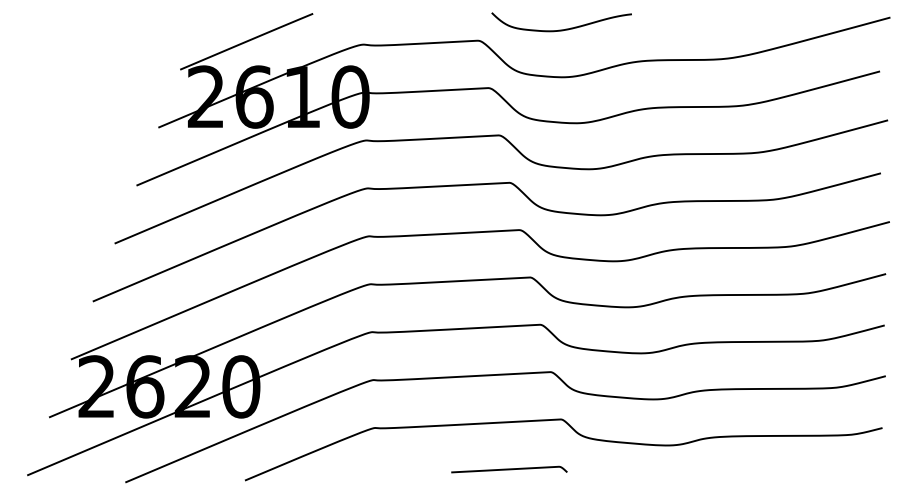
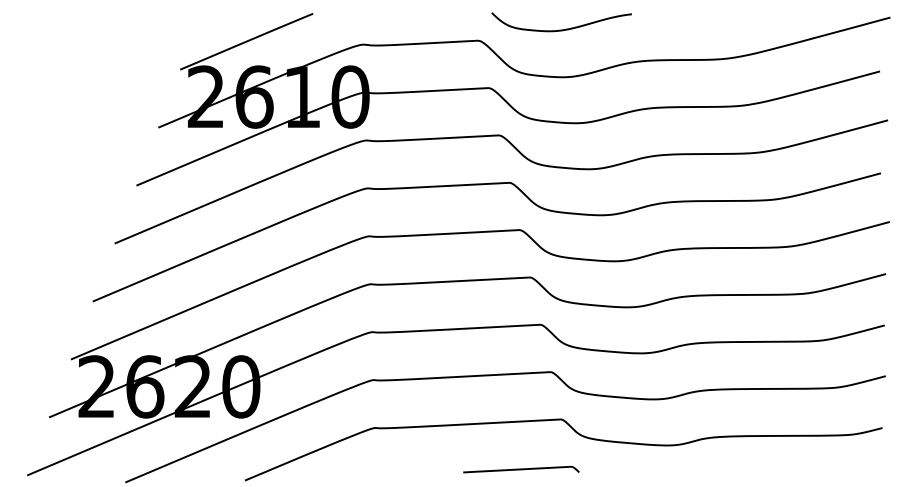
curve at (509, 469) position: (509, 469) -> (521, 469)
